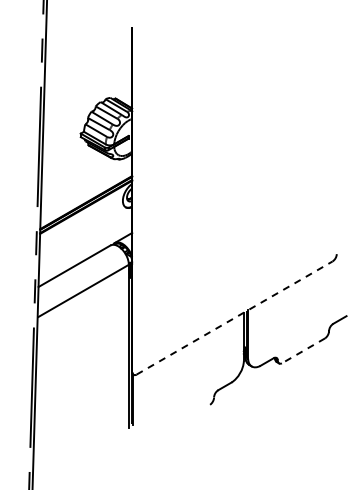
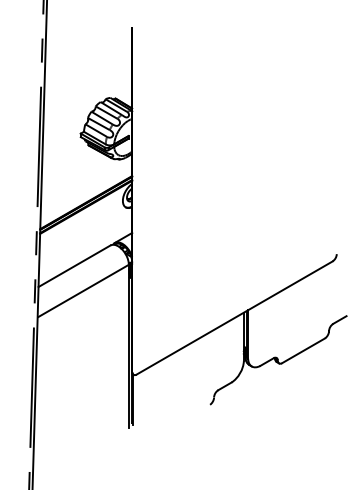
line at (235, 317): dashed -> solid
line at (303, 350): dashed -> solid
